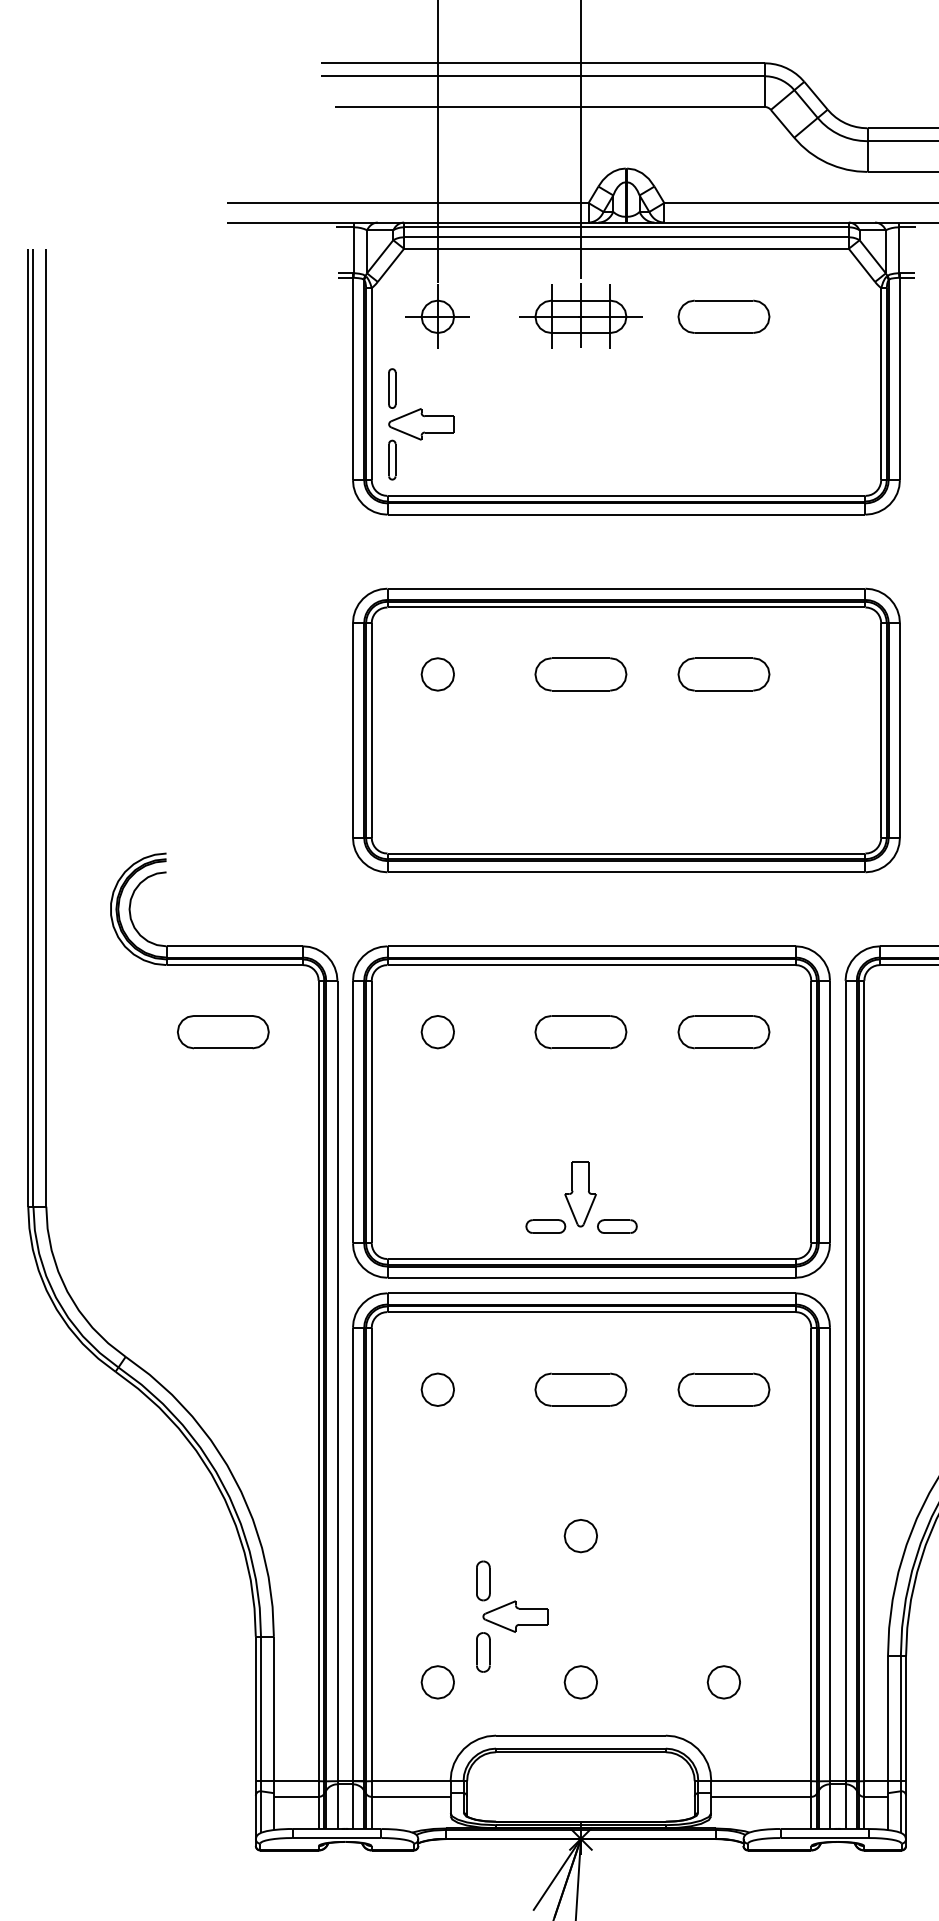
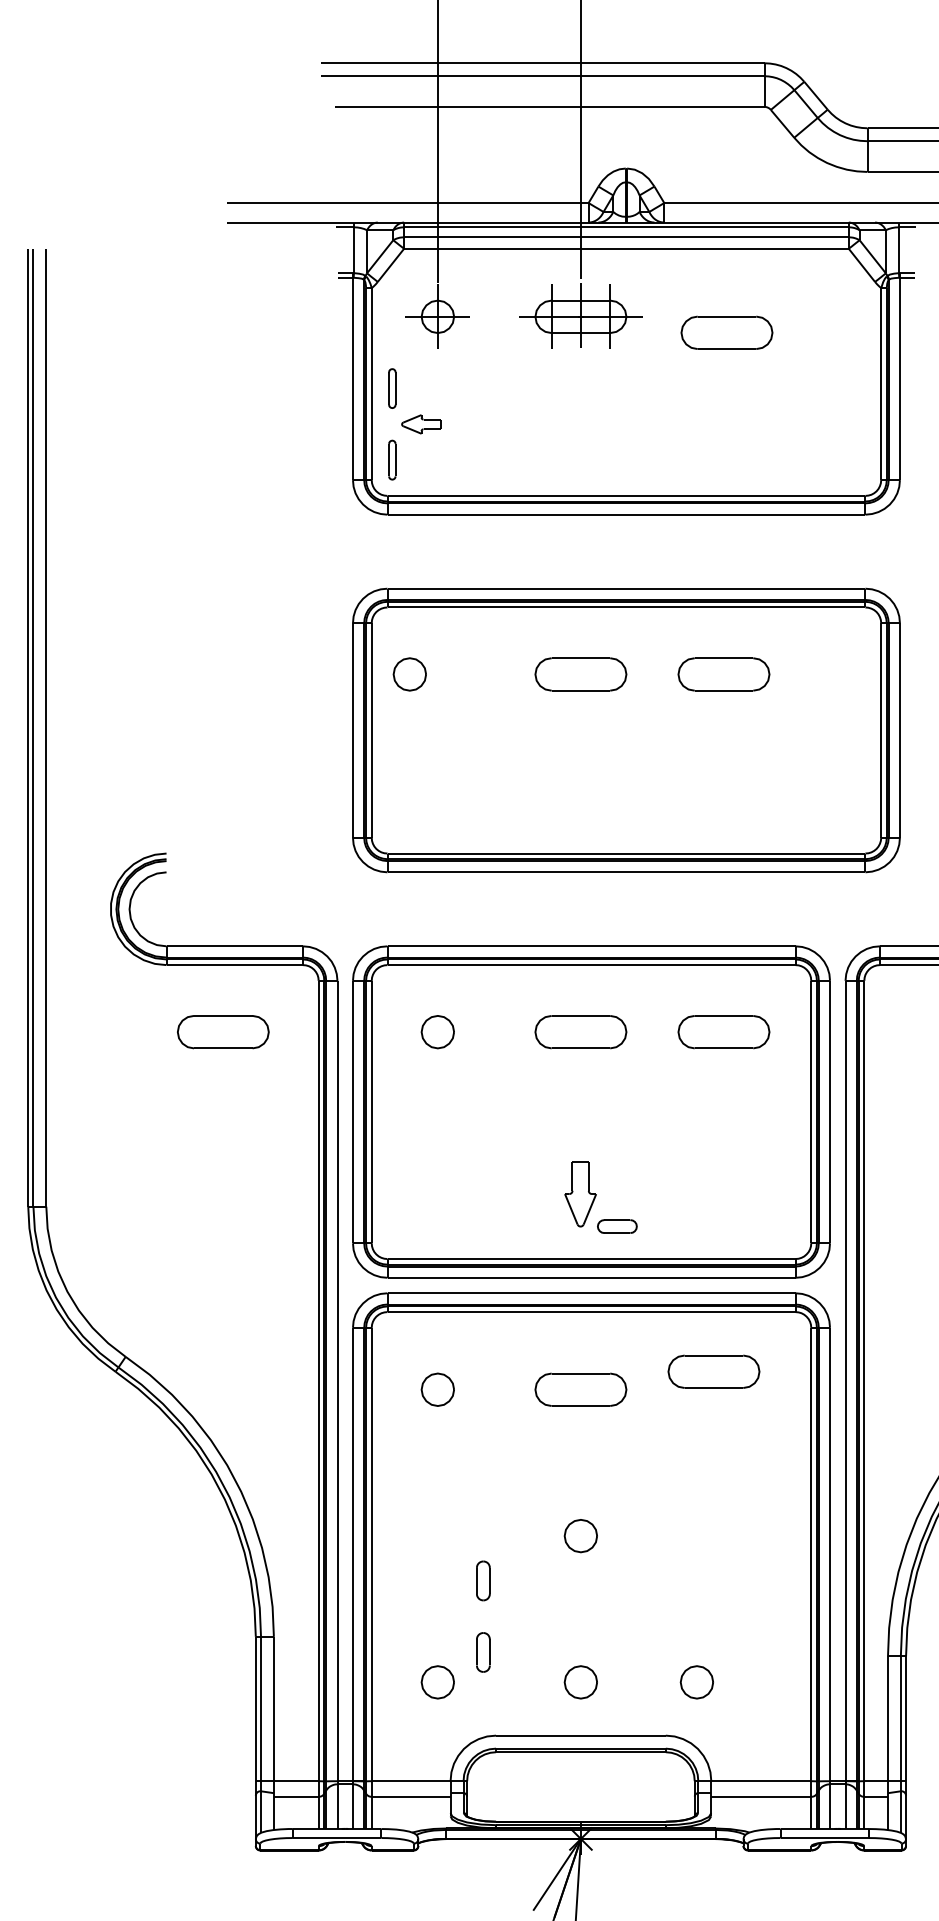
part at (723, 316) position: (723, 316) -> (726, 332)
part at (421, 424) size: 67x33 px -> 41x21 px
part at (437, 674) position: (437, 674) -> (409, 674)
part at (545, 1226): present -> none
part at (723, 1389) position: (723, 1389) -> (713, 1371)
part at (515, 1616): present -> none
part at (723, 1682) position: (723, 1682) -> (696, 1682)
